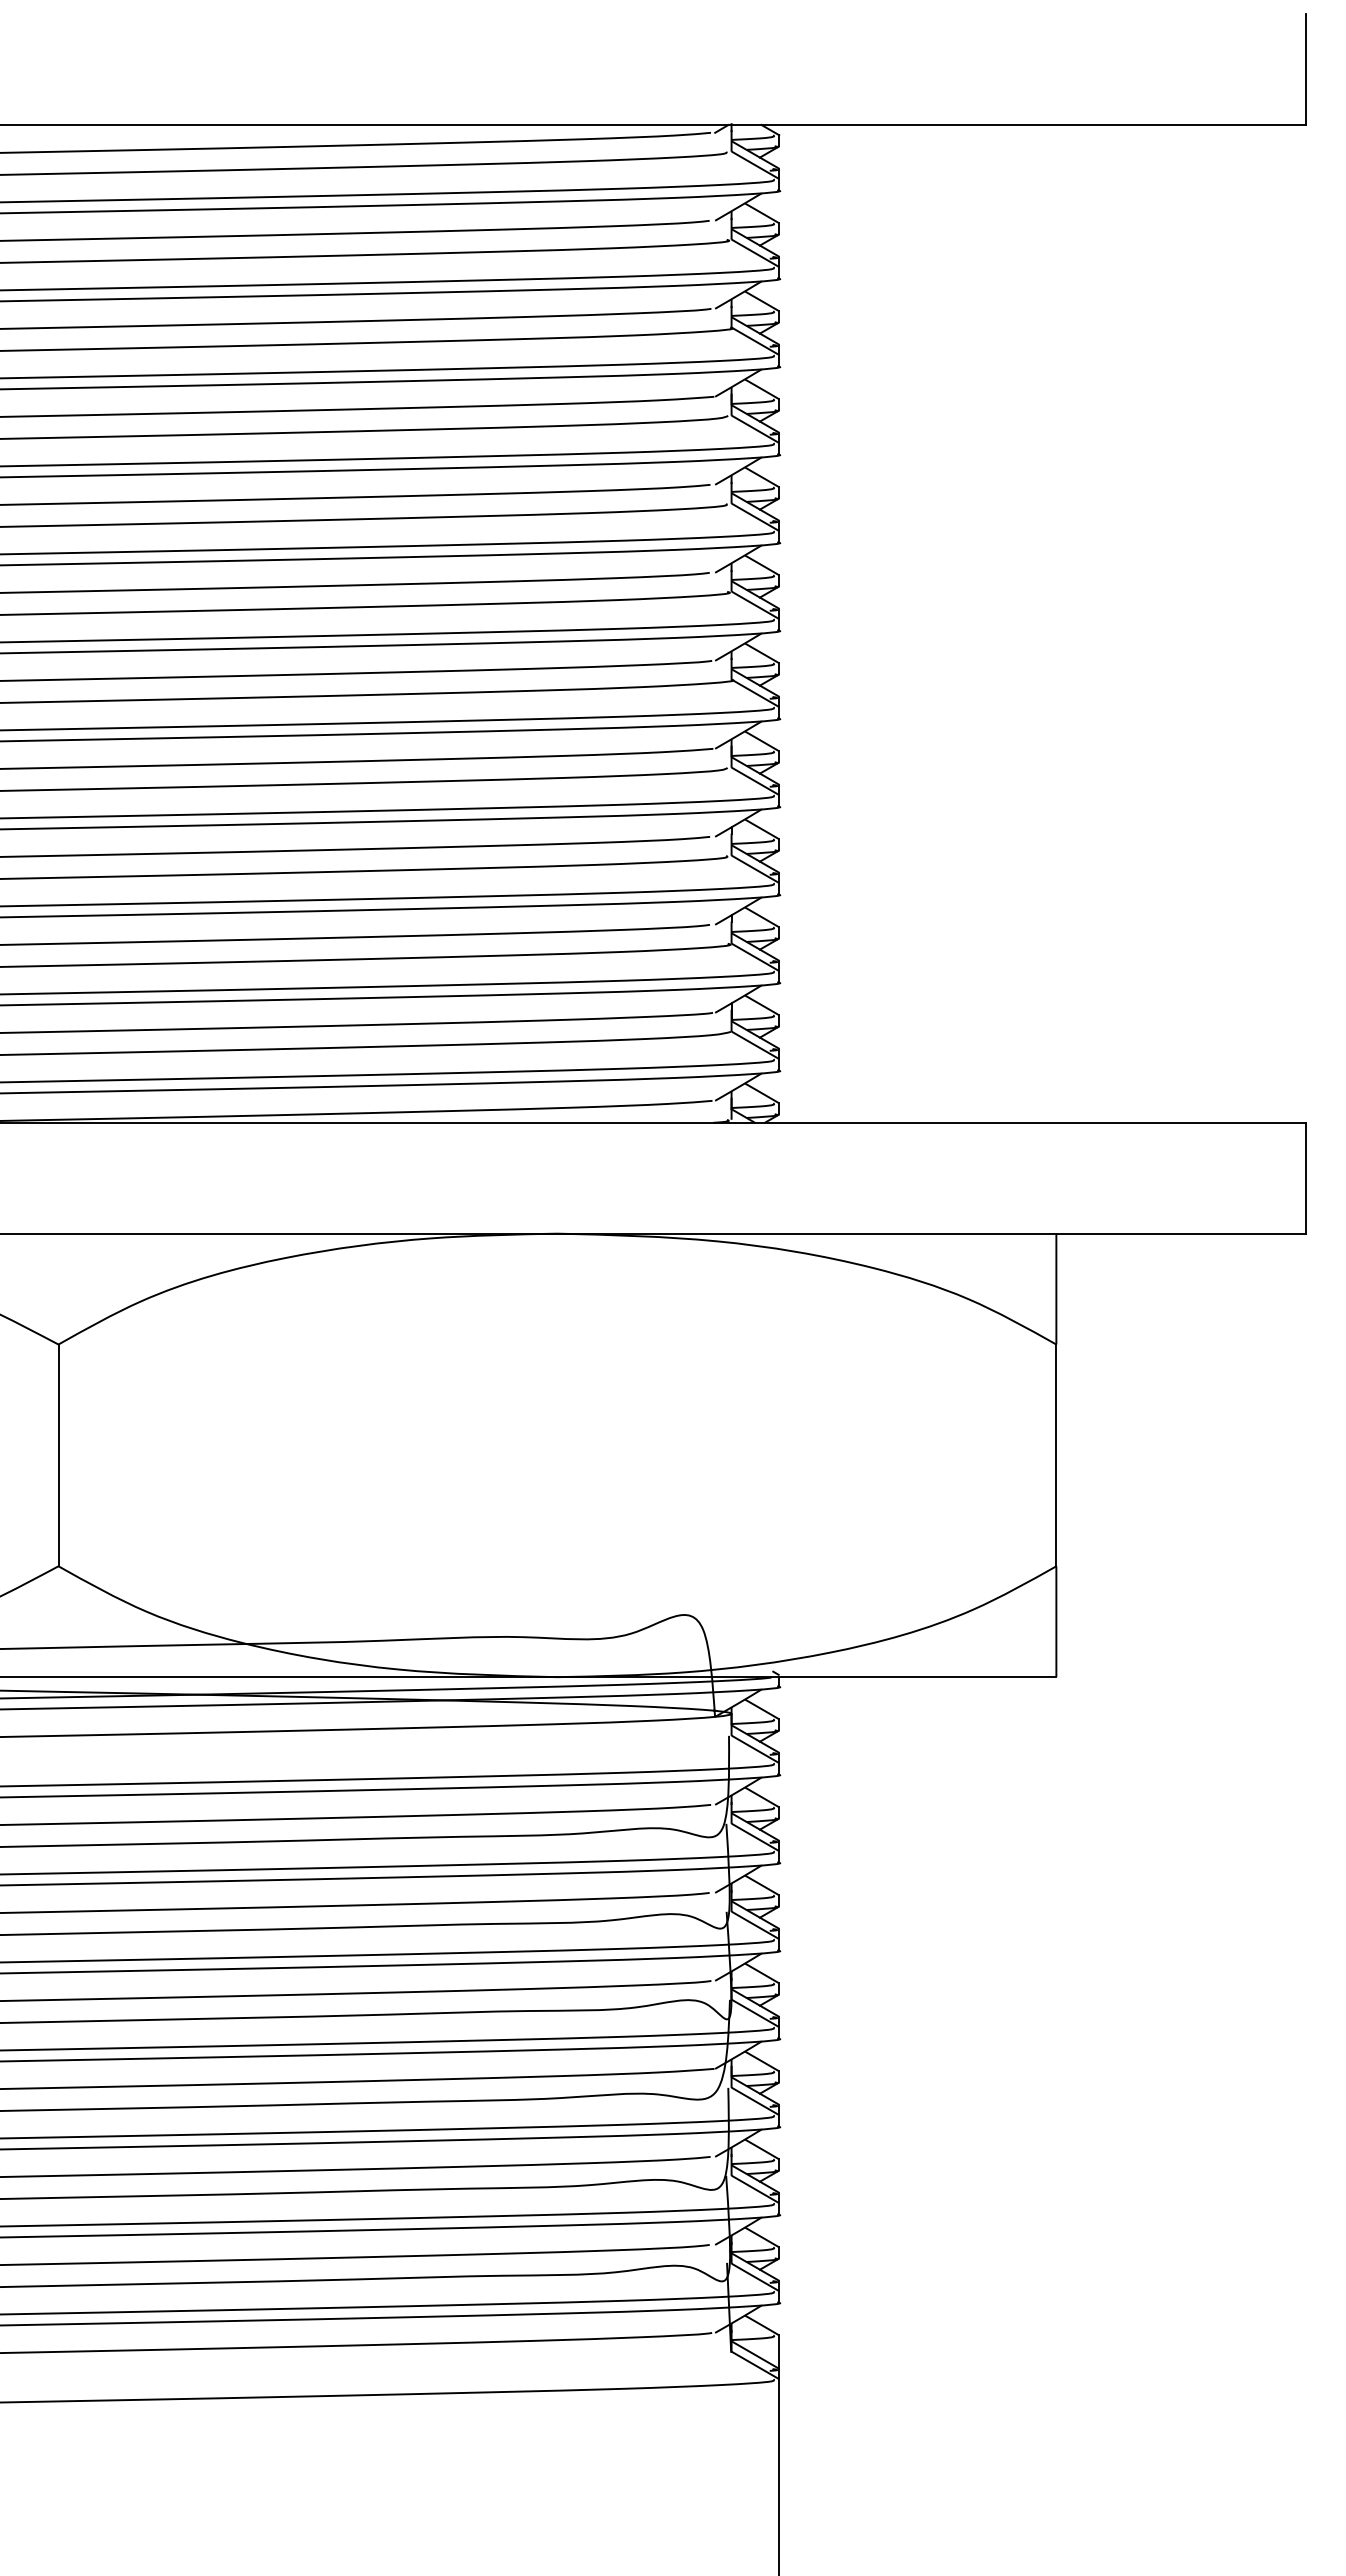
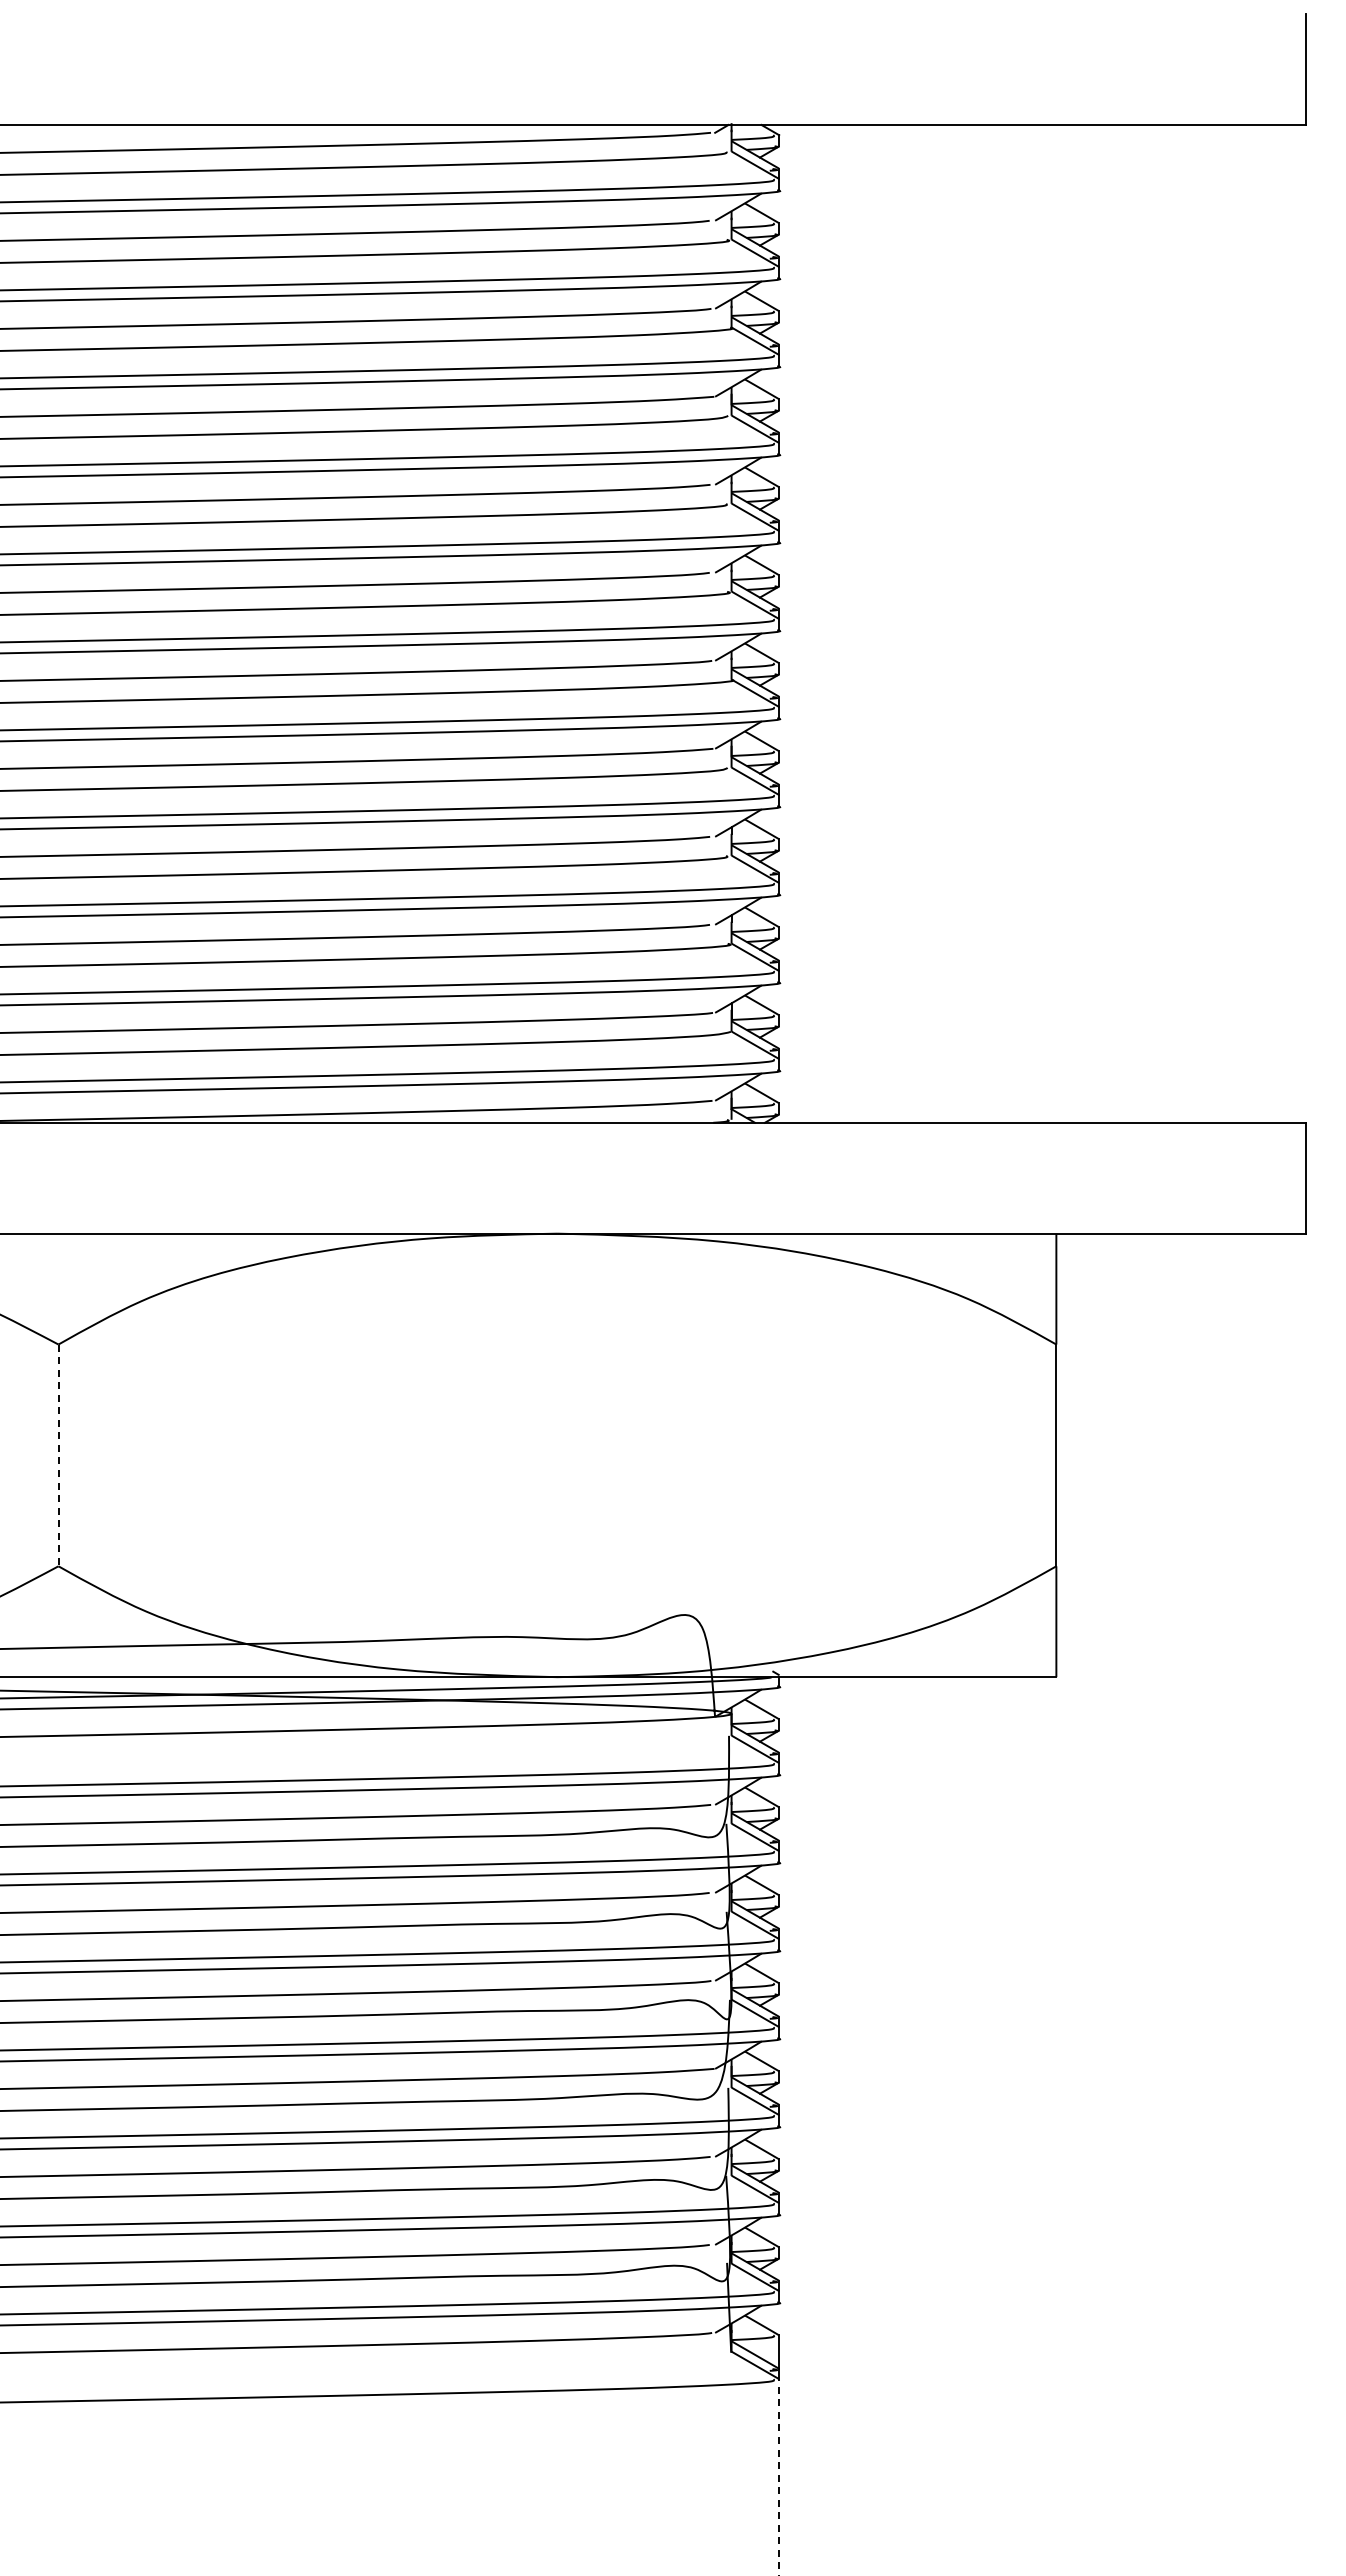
line at (58, 1455): solid -> dashed
line at (779, 2477): solid -> dashed
